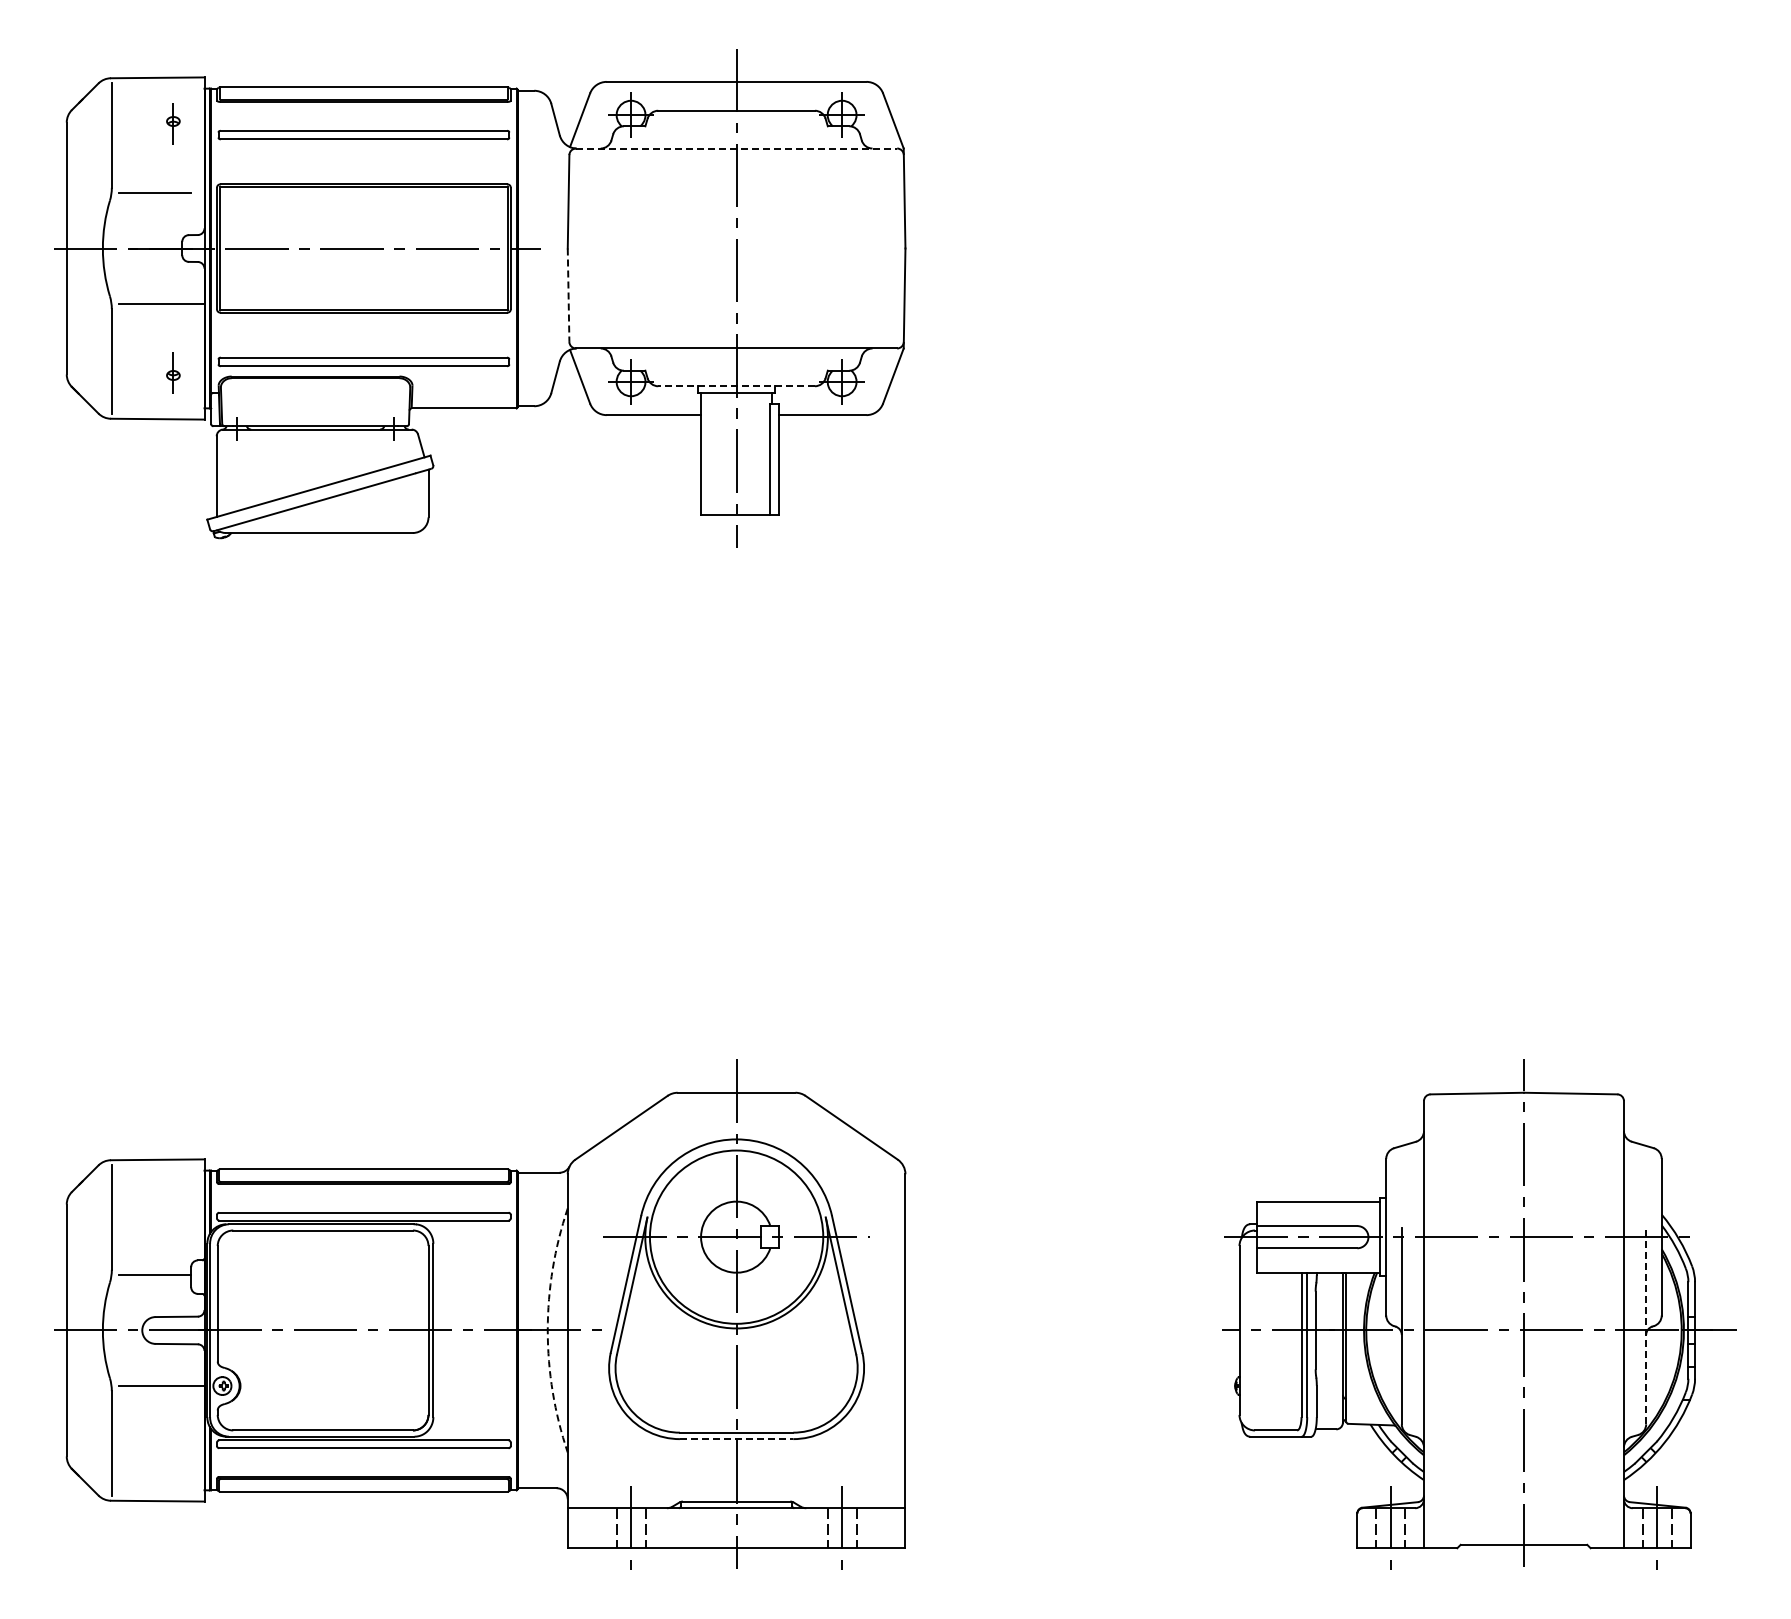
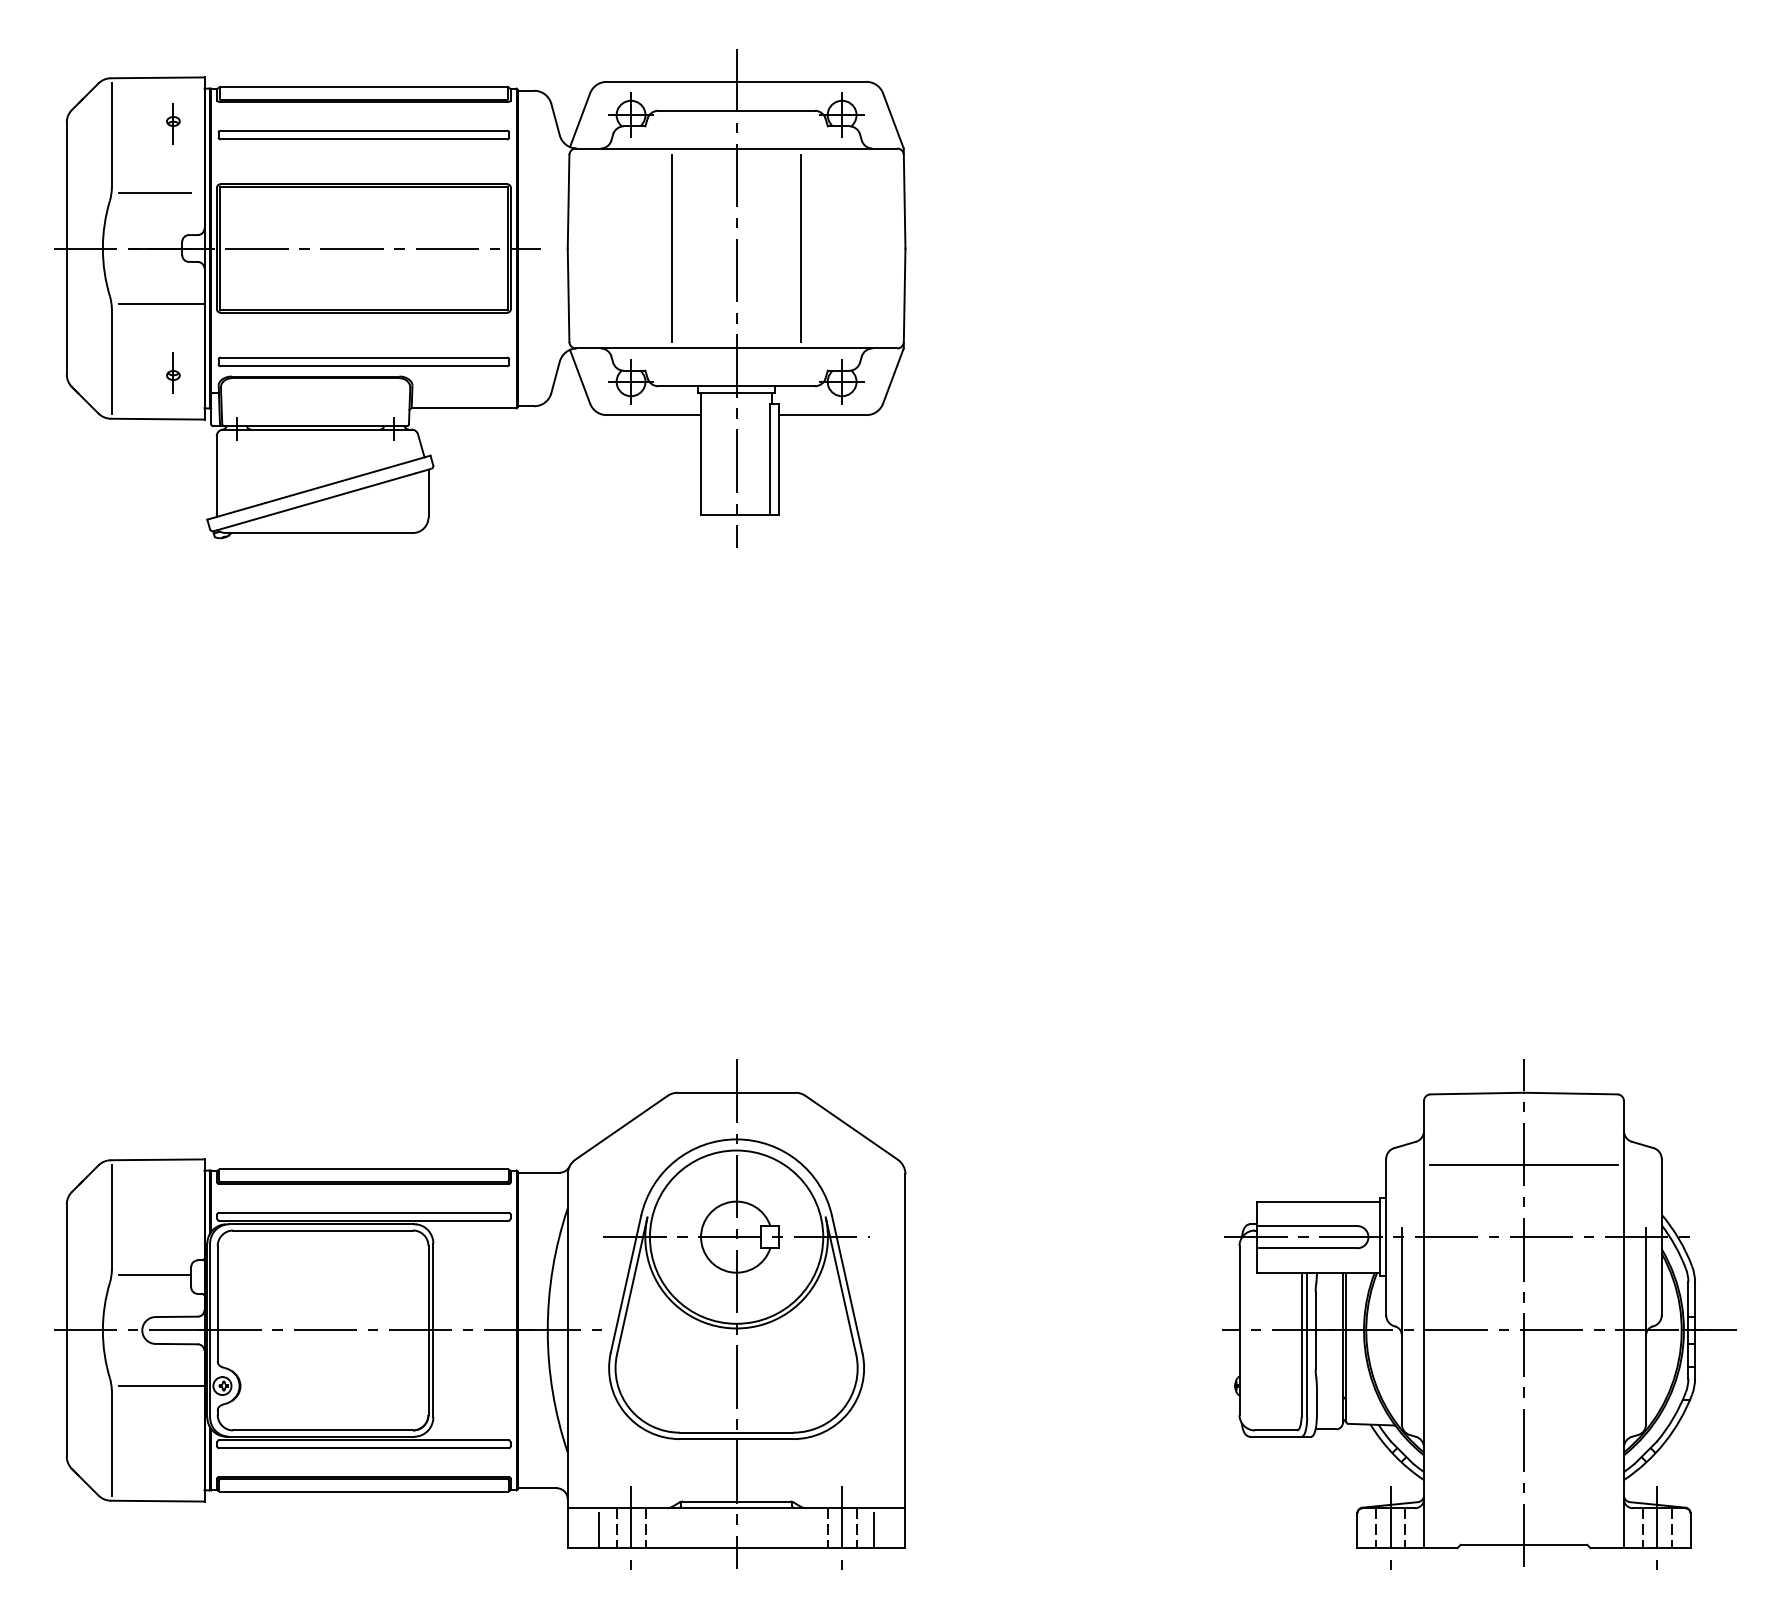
line at (736, 148): dashed -> solid
line at (672, 248): none -> present
line at (801, 248): none -> present
line at (568, 295): dashed -> solid
line at (736, 386): dashed -> solid
line at (1523, 1164): none -> present
line at (1646, 1326): dashed -> solid
arc at (547, 1330): dashed -> solid
line at (736, 1439): dashed -> solid
line at (598, 1530): none -> present
line at (874, 1530): none -> present
